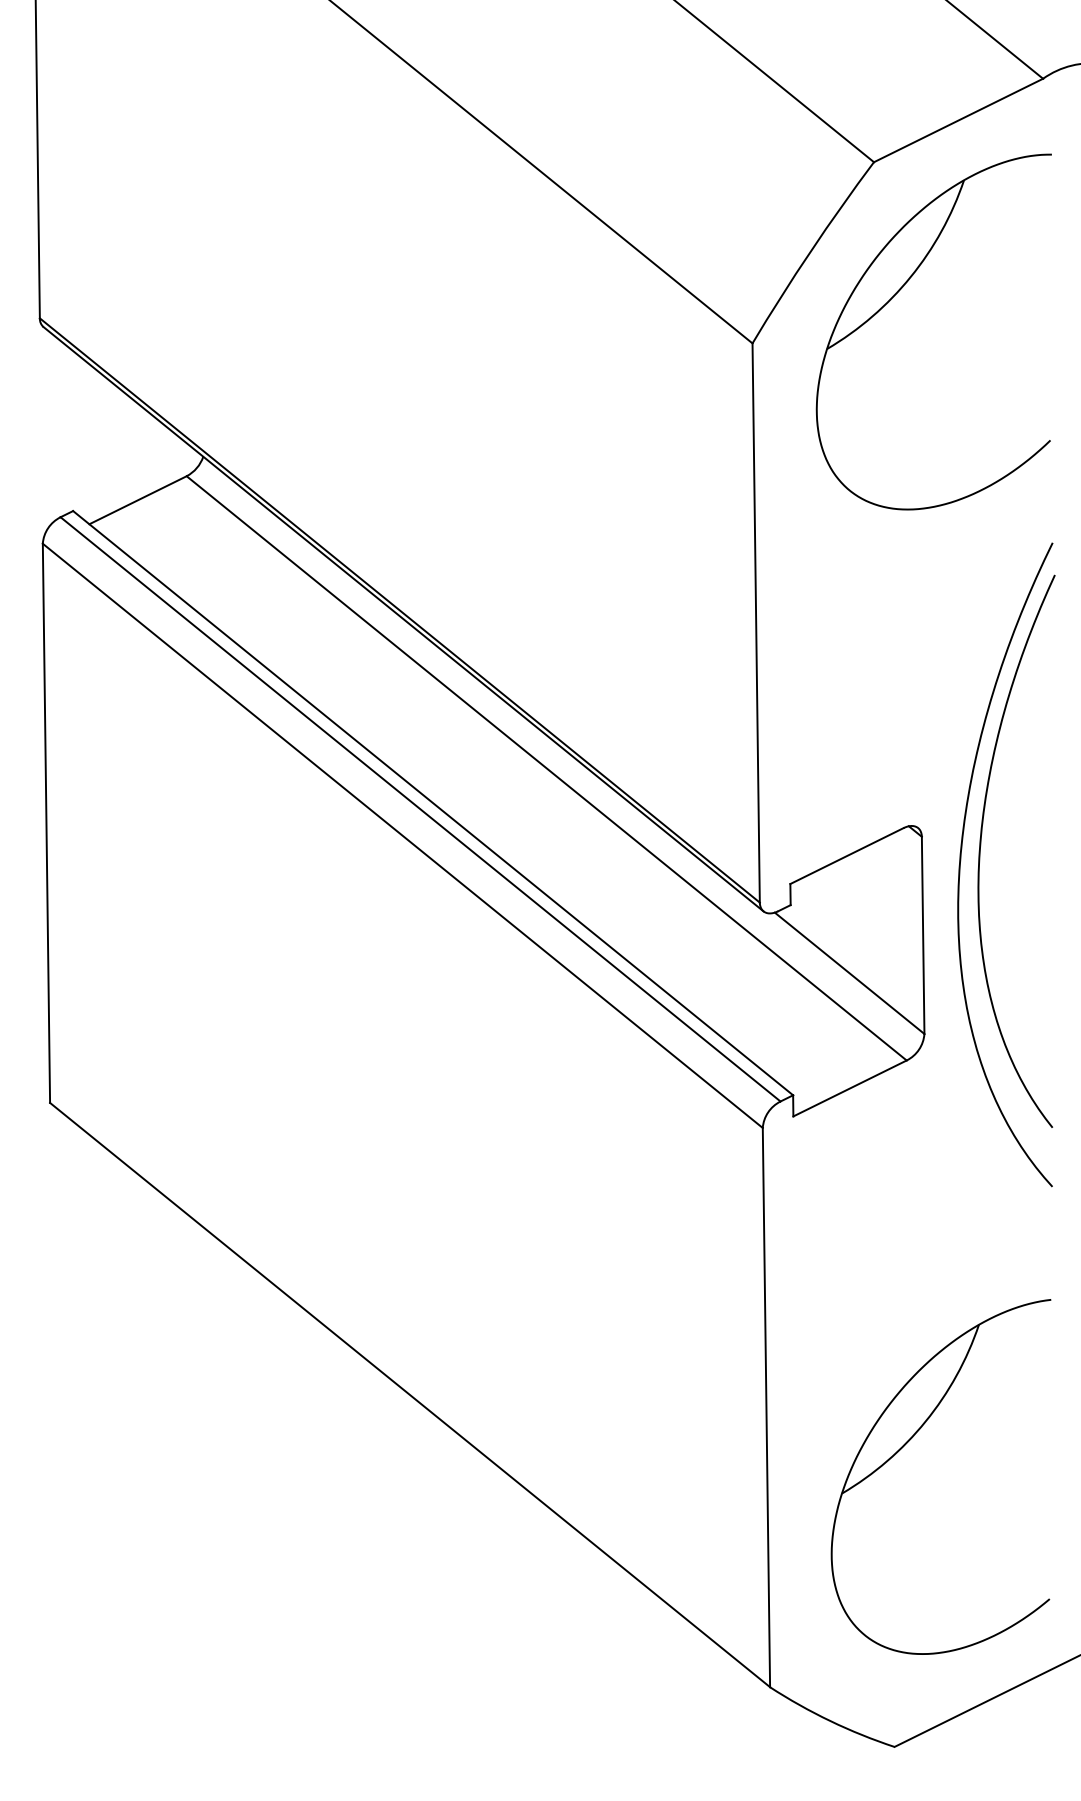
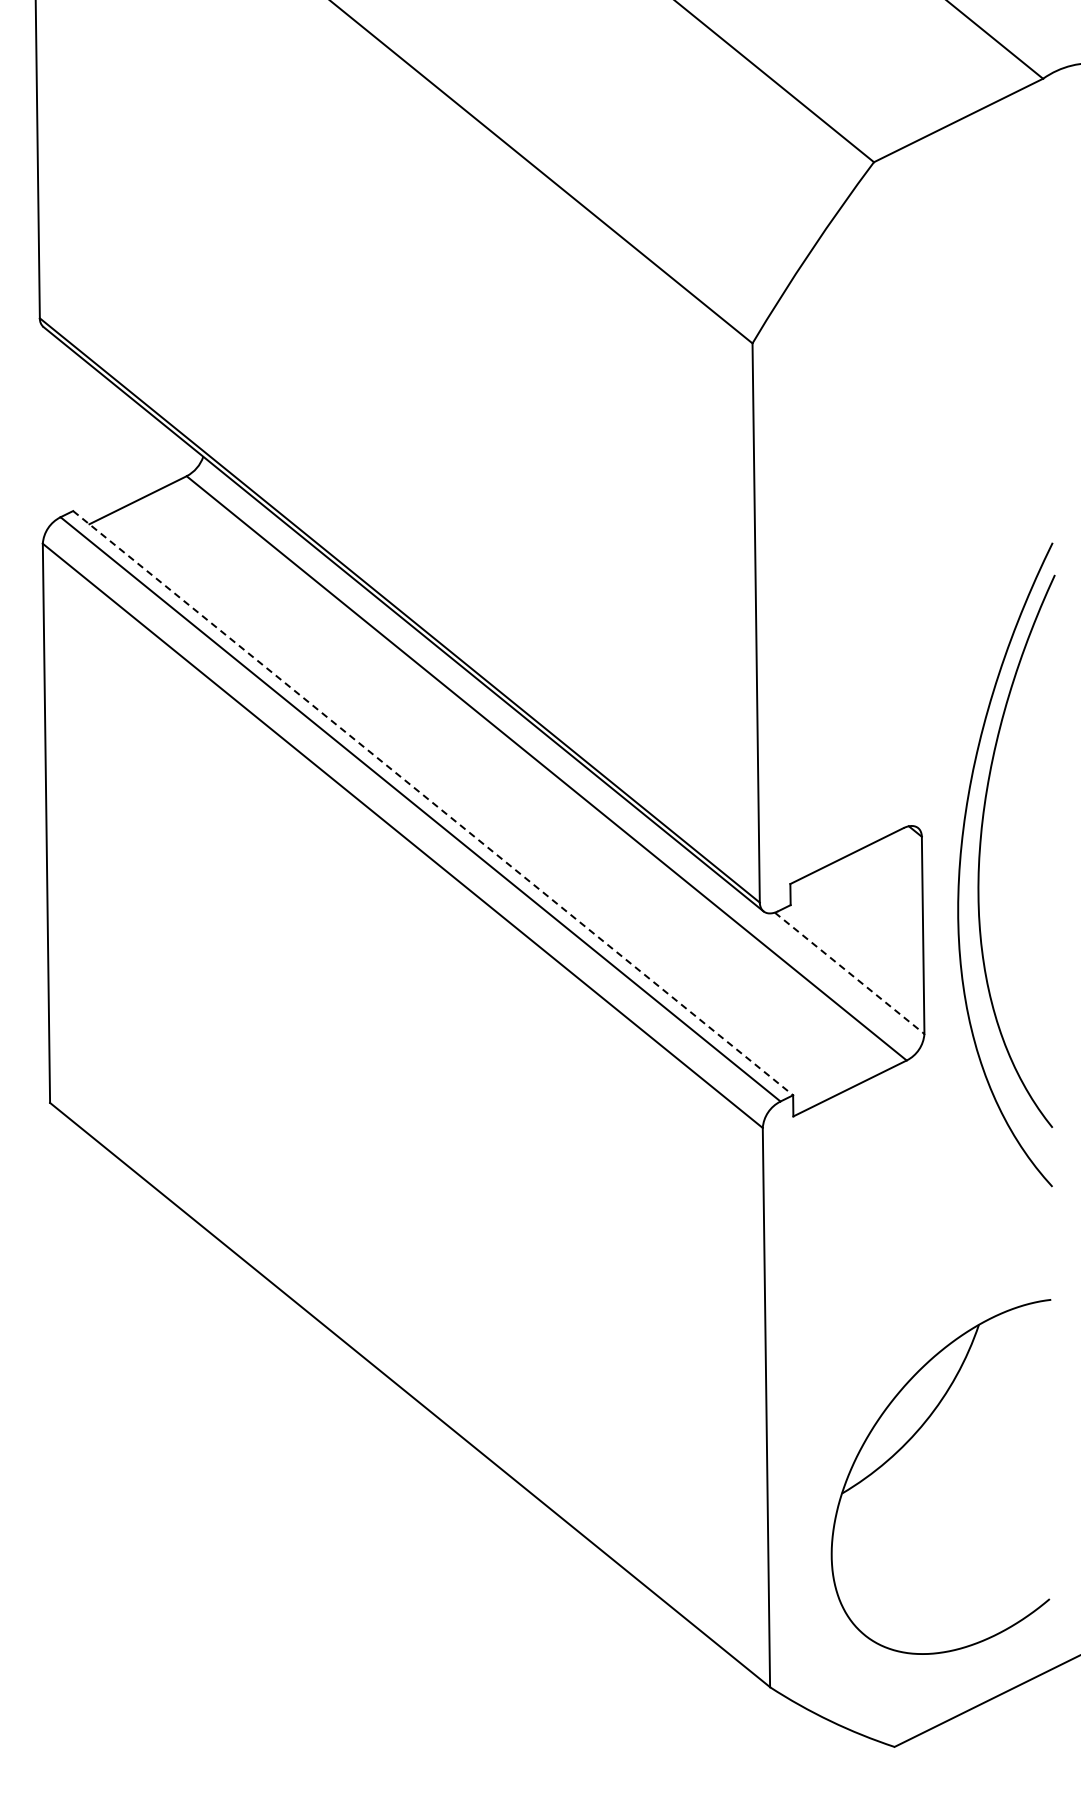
part at (896, 294): present -> none
line at (433, 803): solid -> dashed
line at (850, 973): solid -> dashed
